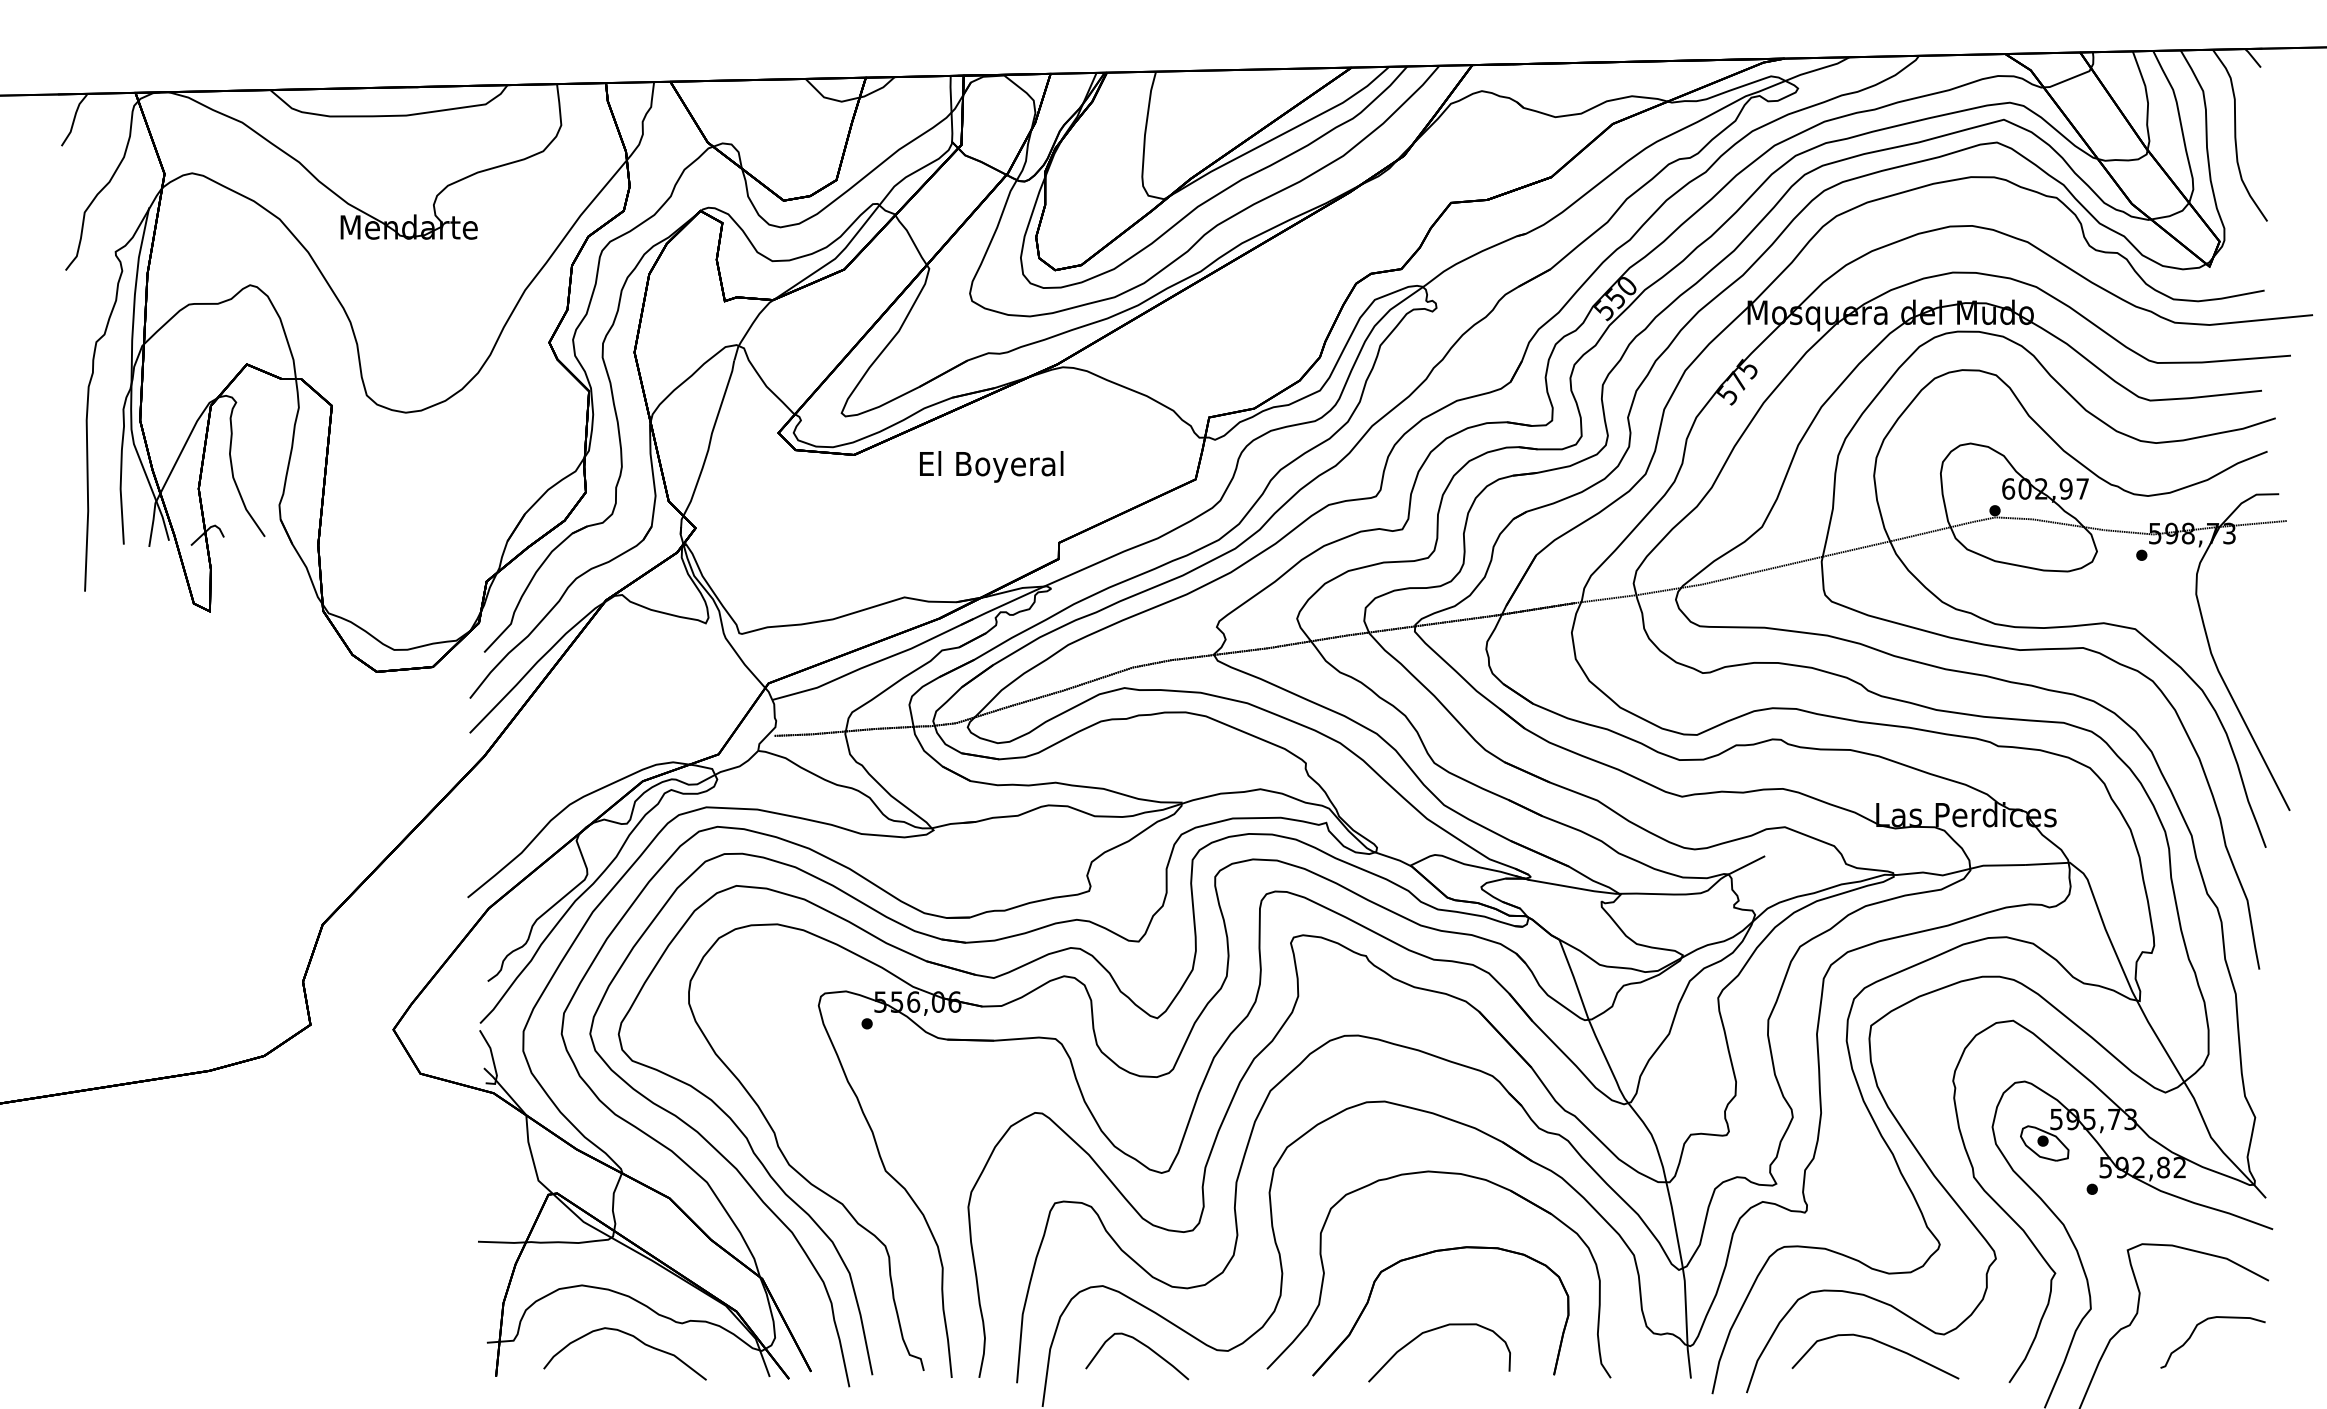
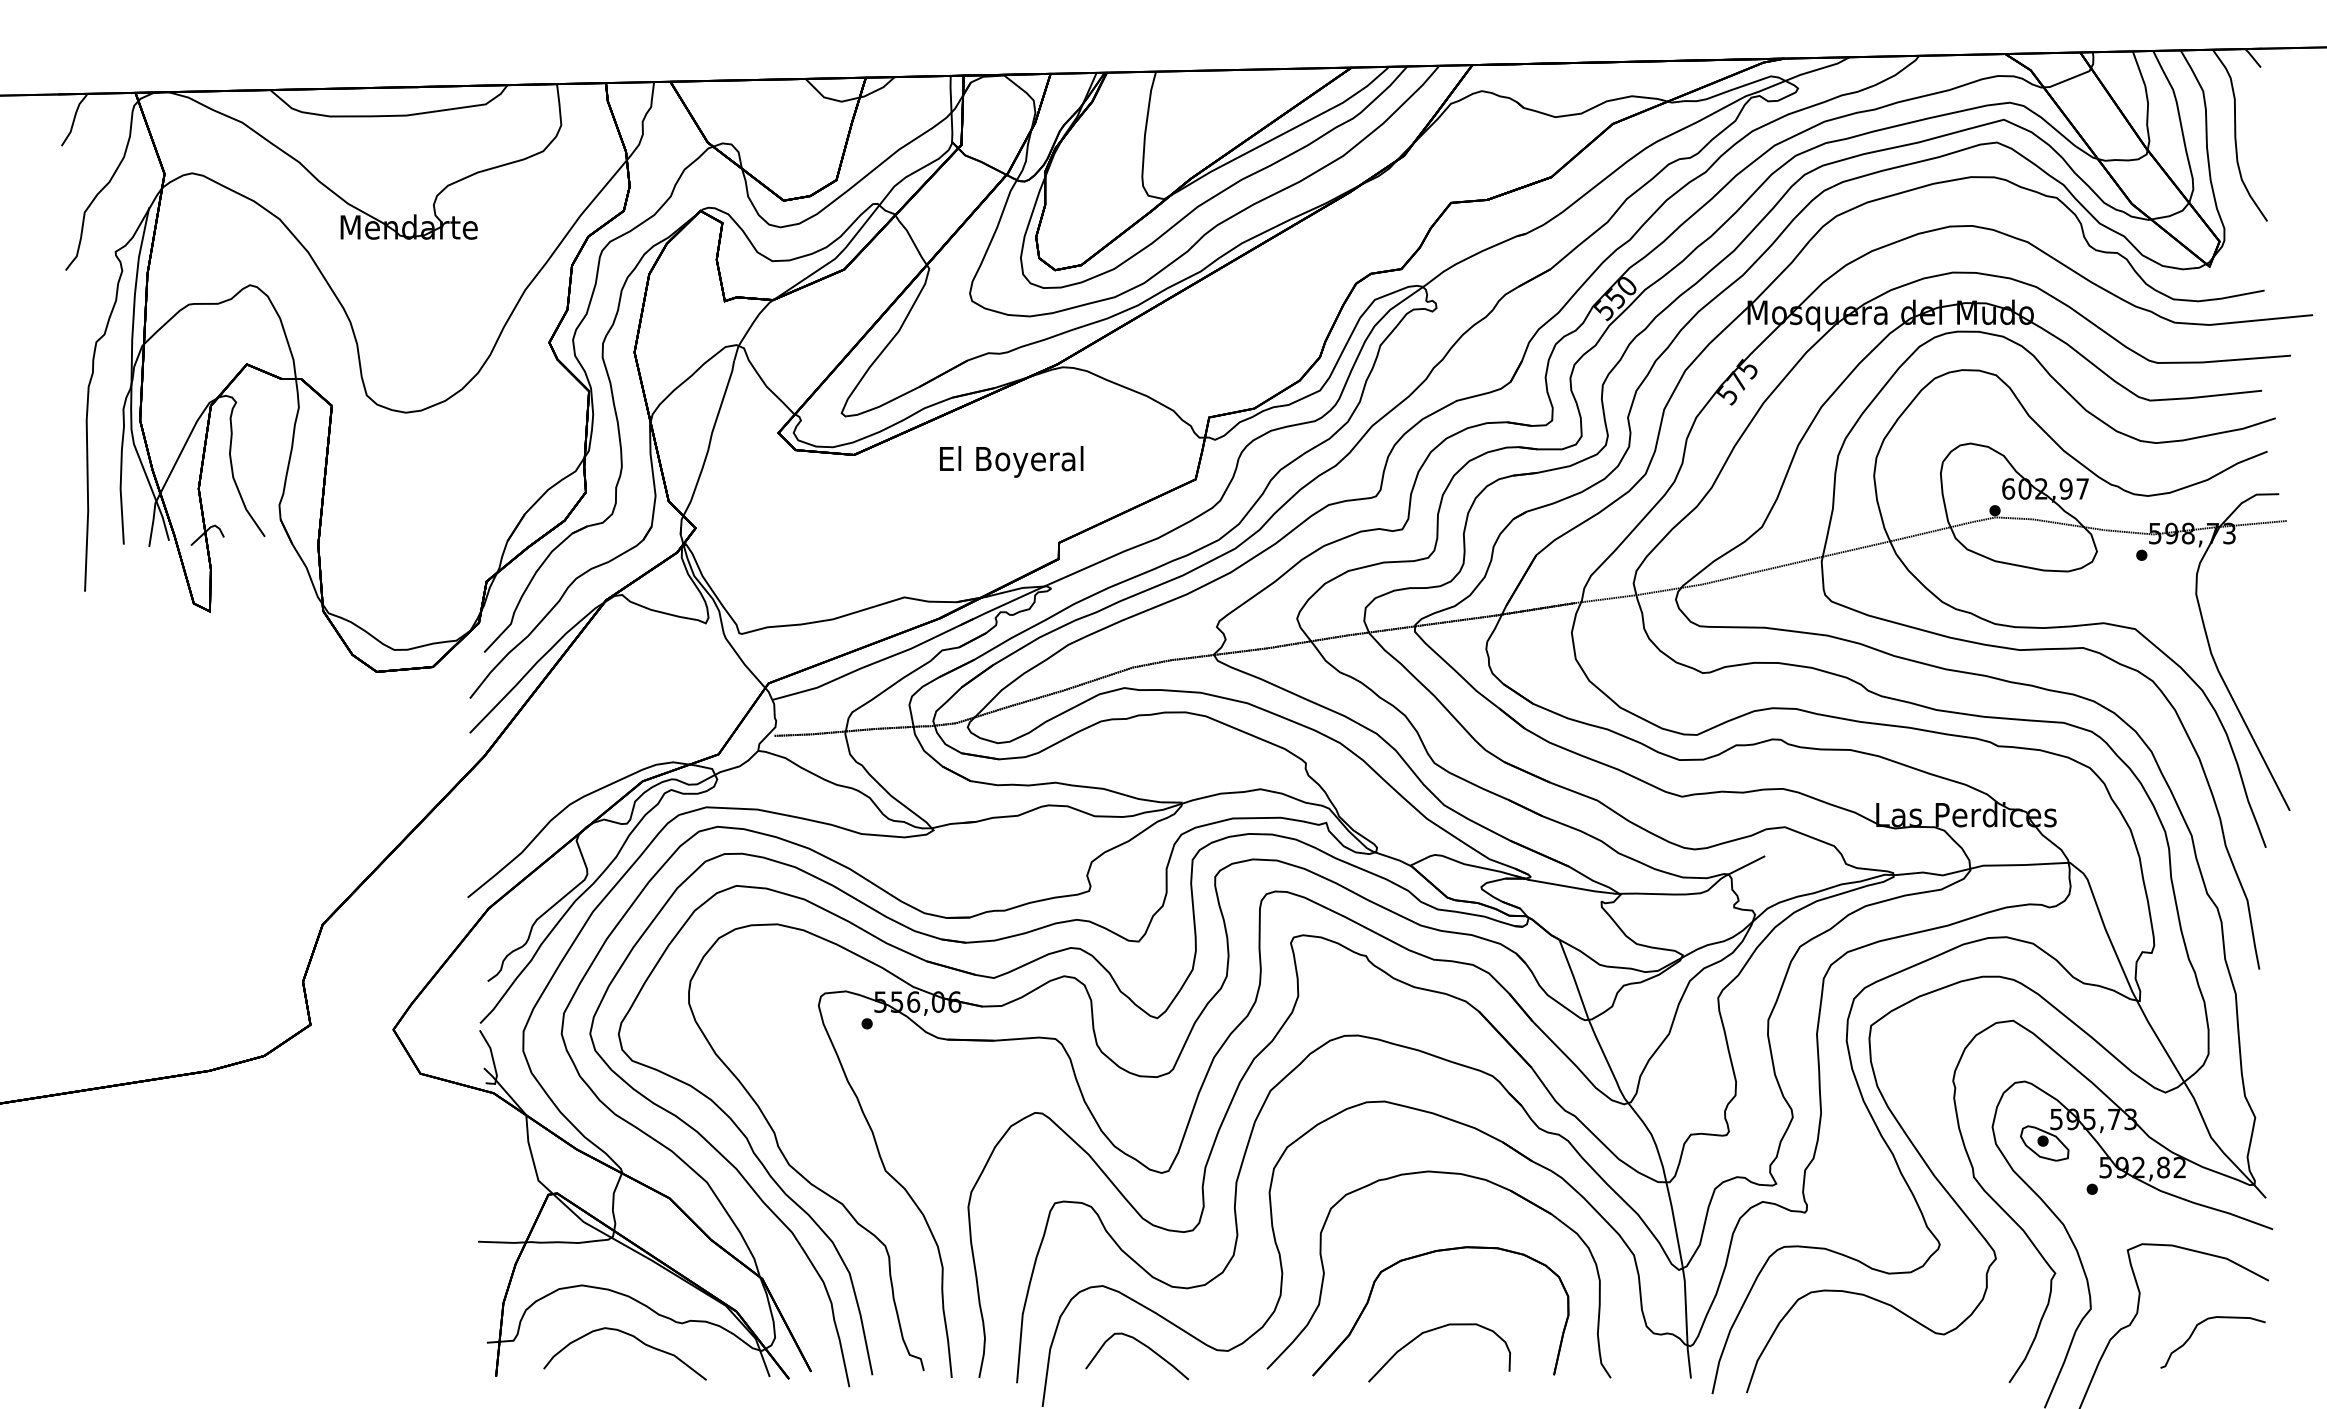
text at (991, 466) position: (991, 466) -> (1011, 461)
curve at (1882, 1344): present -> none
